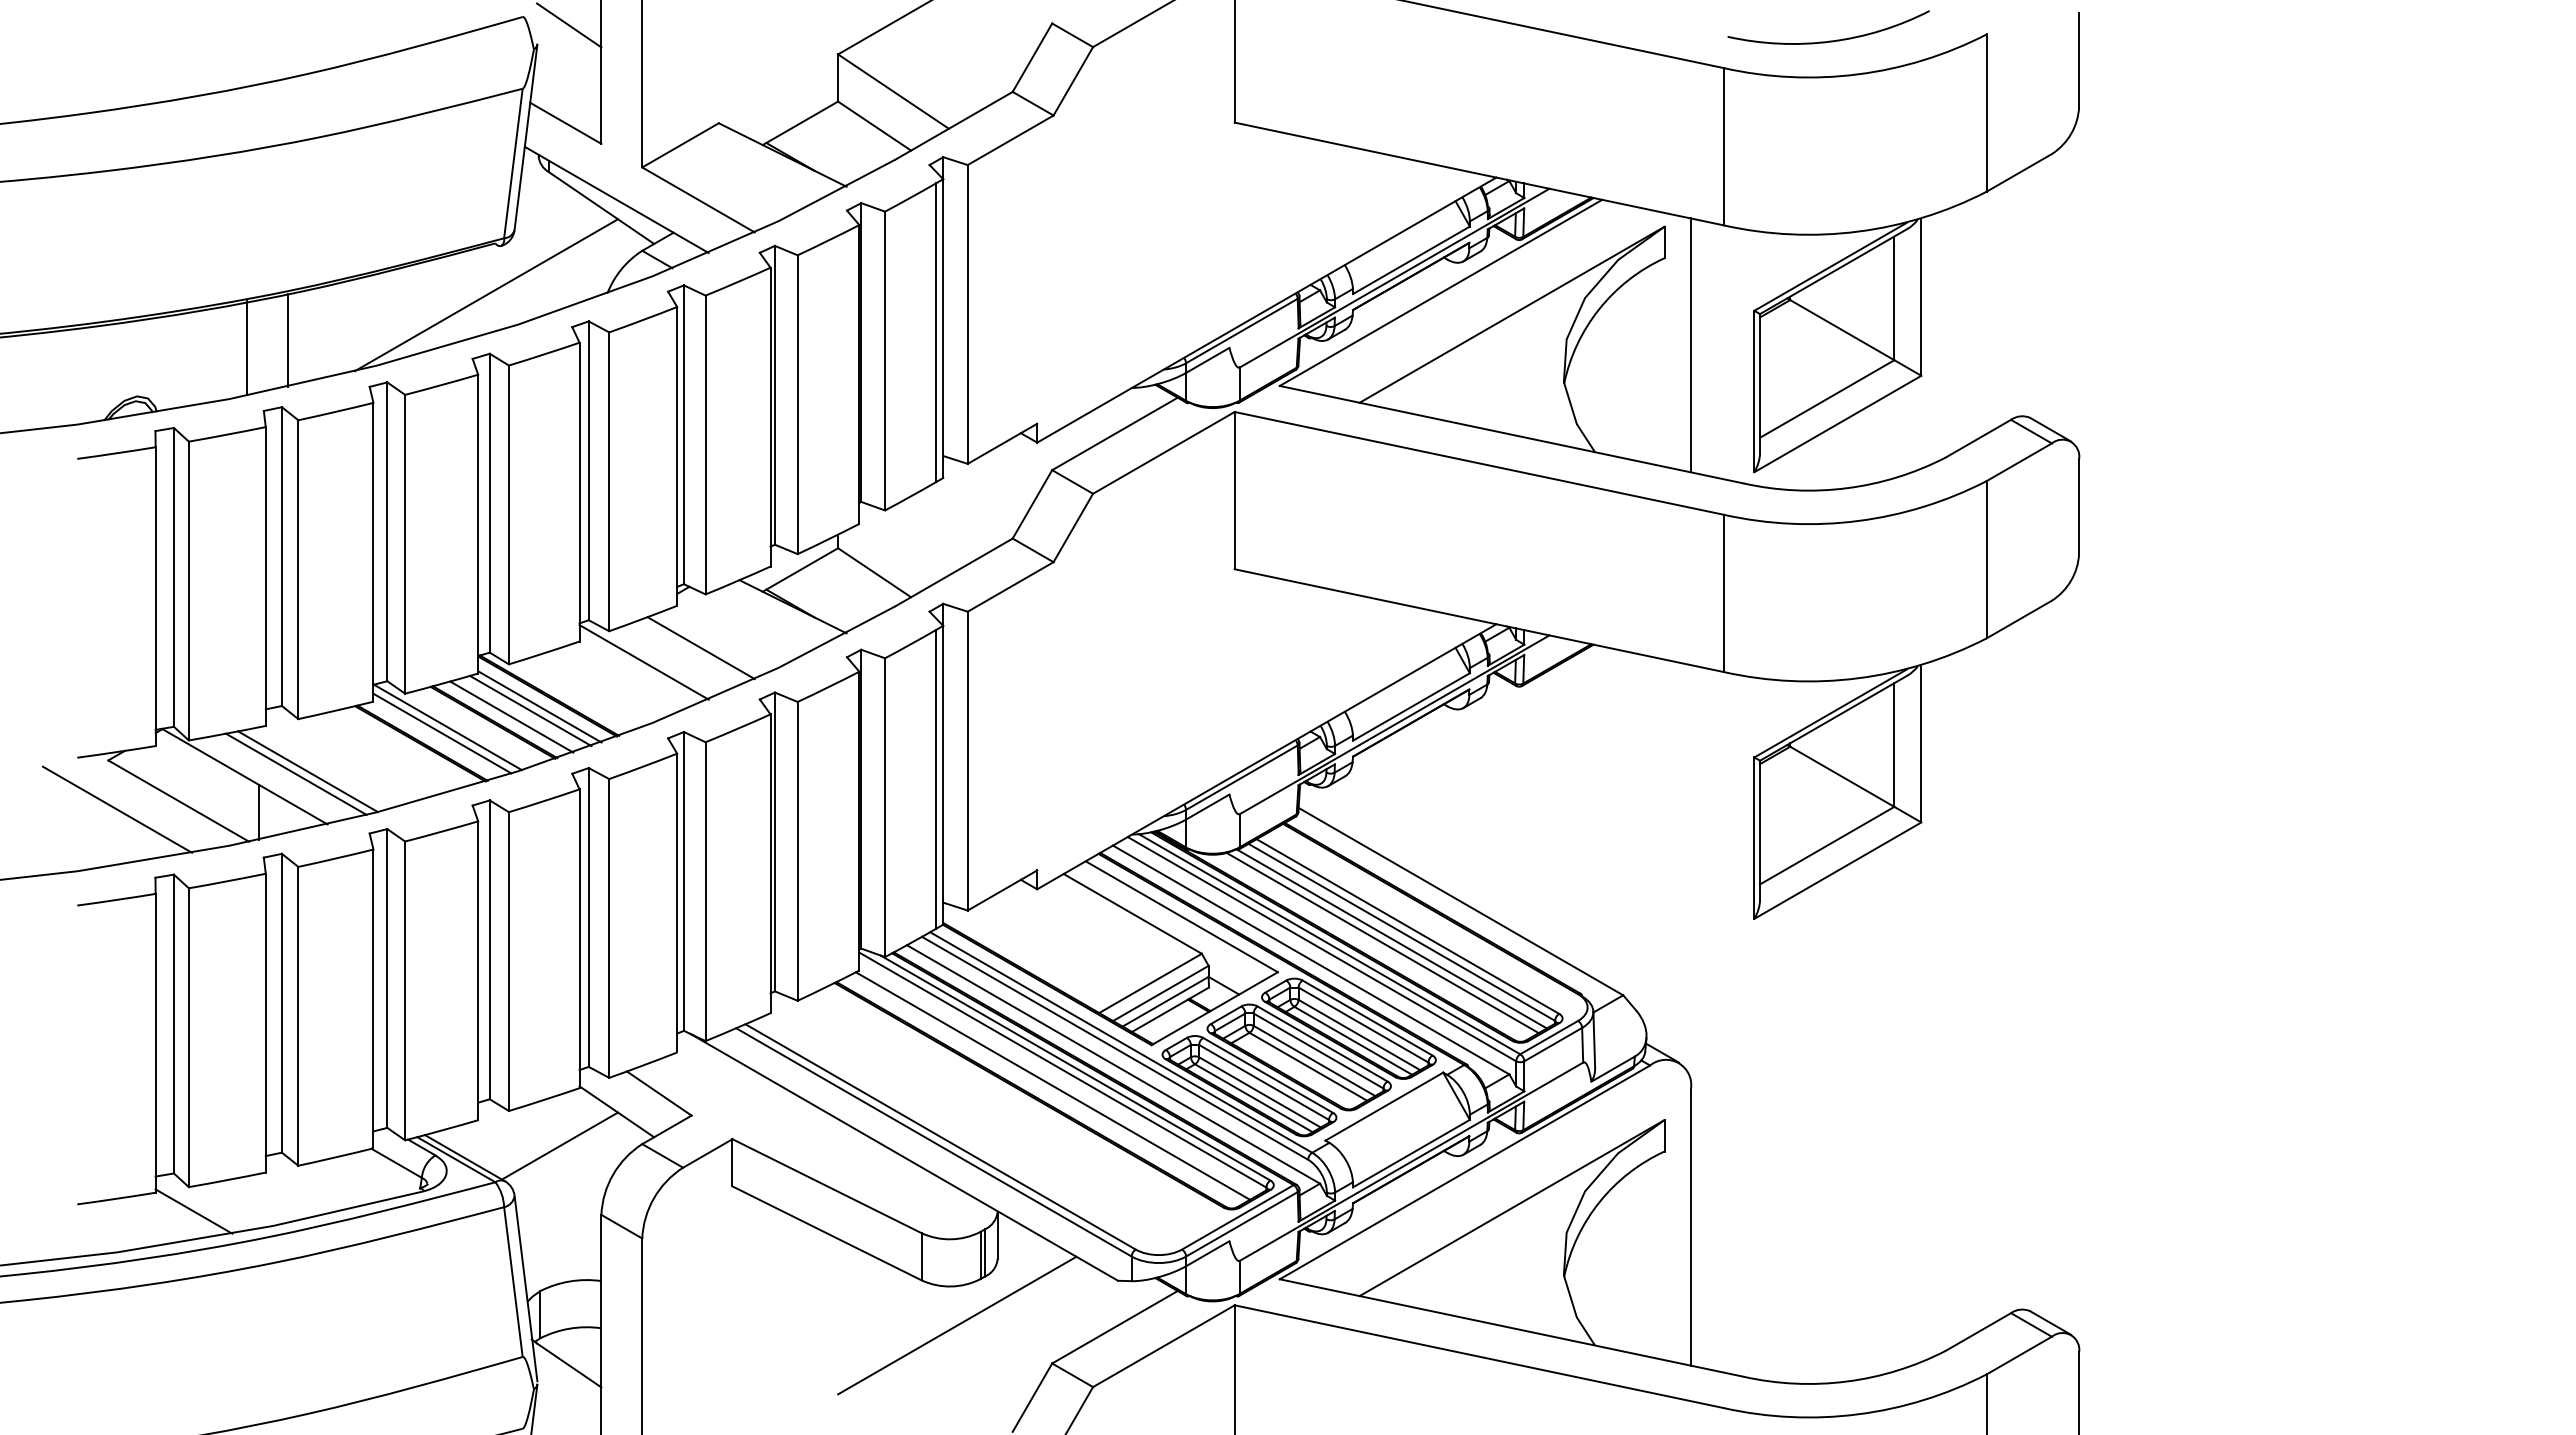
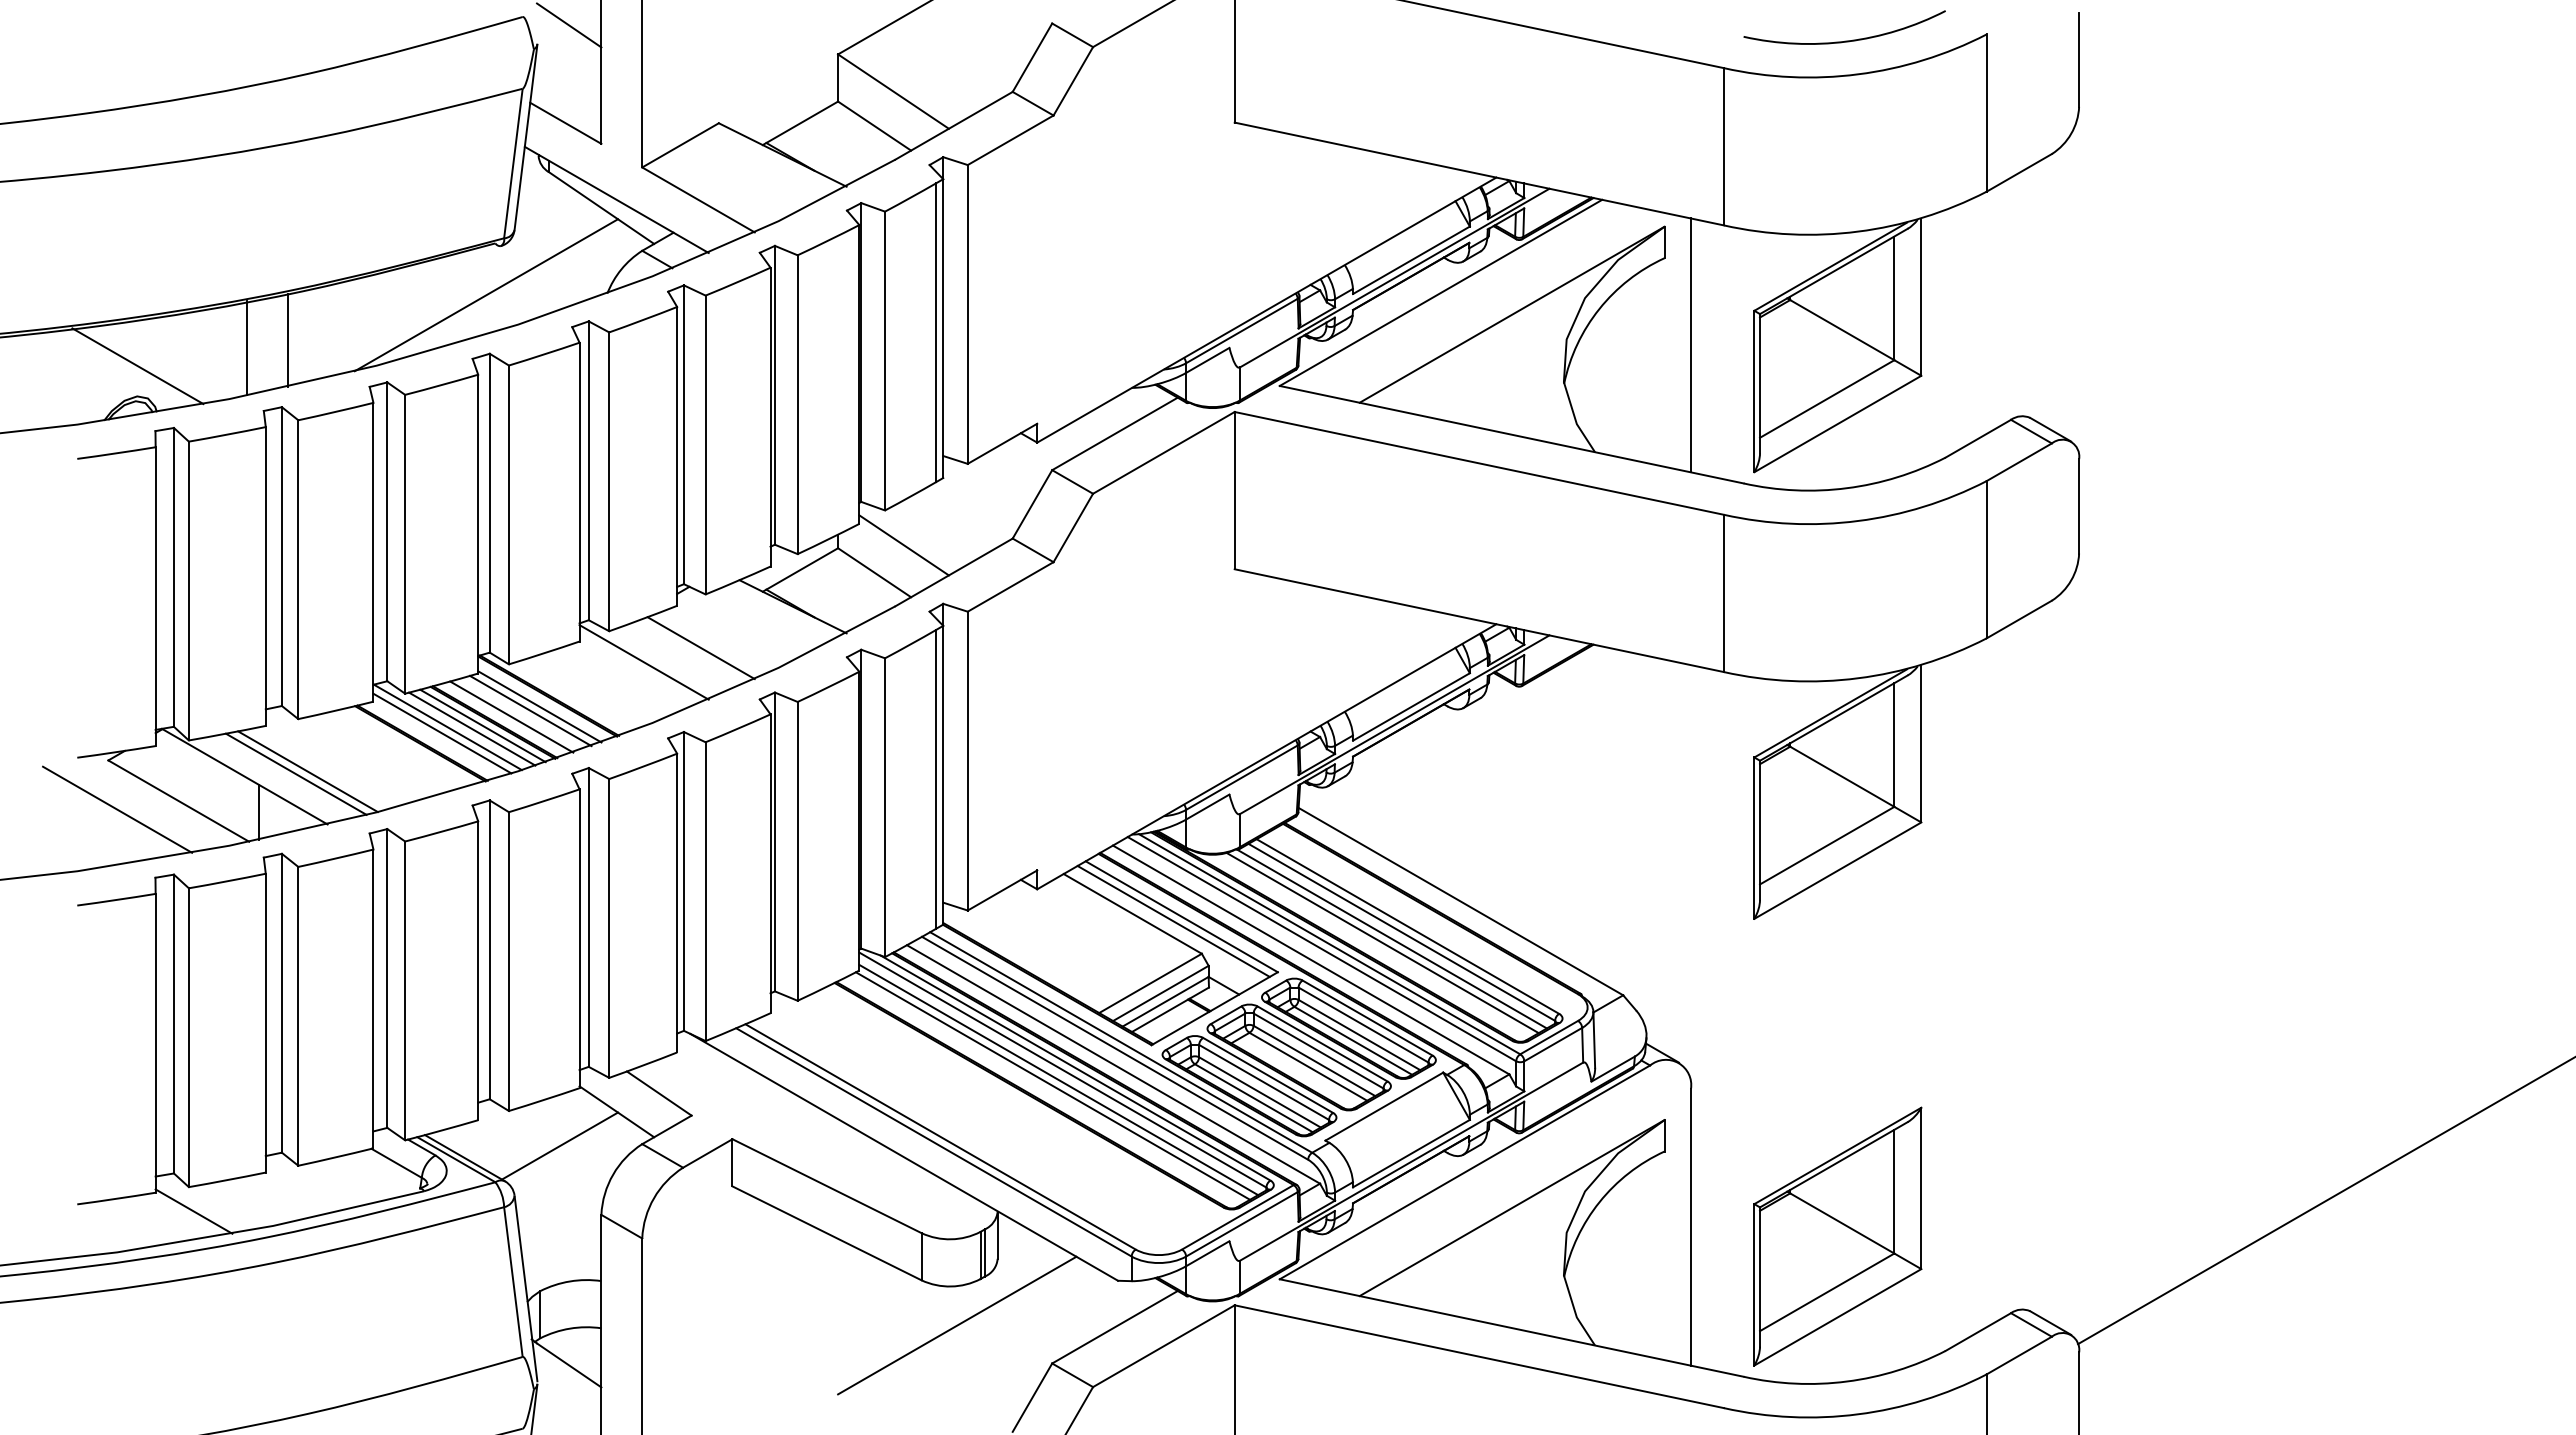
arc at (1828, 40) position: (1828, 40) -> (1844, 40)
line at (137, 366): none -> present
line at (903, 545): none -> present
line at (482, 725): none -> present
line at (472, 728): none -> present
line at (1173, 920): none -> present
line at (1058, 1079): none -> present
line at (2324, 1201): none -> present
part at (1837, 1236): none -> present
